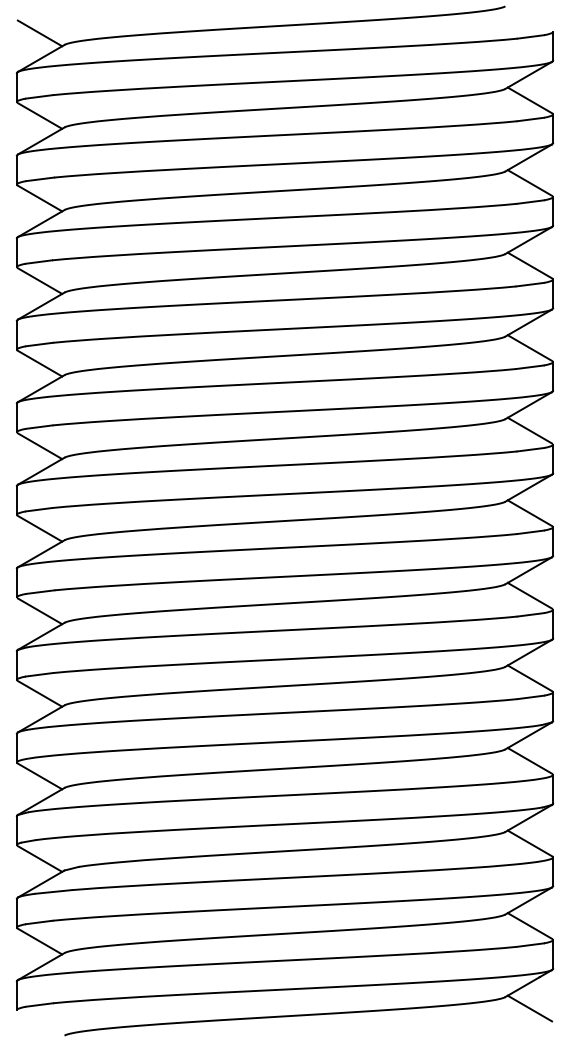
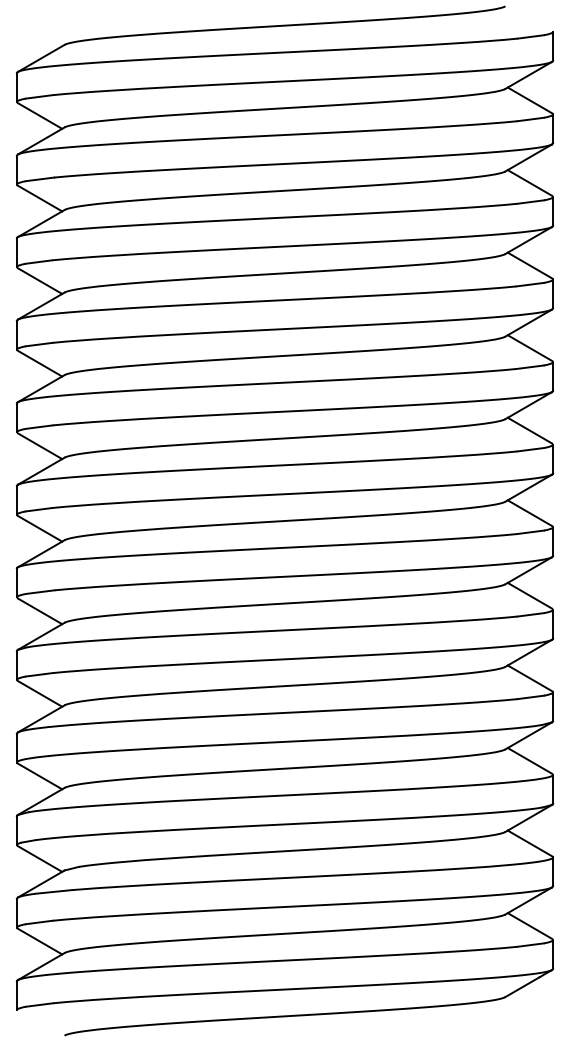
line at (39, 33): present -> none
line at (529, 1008): present -> none
